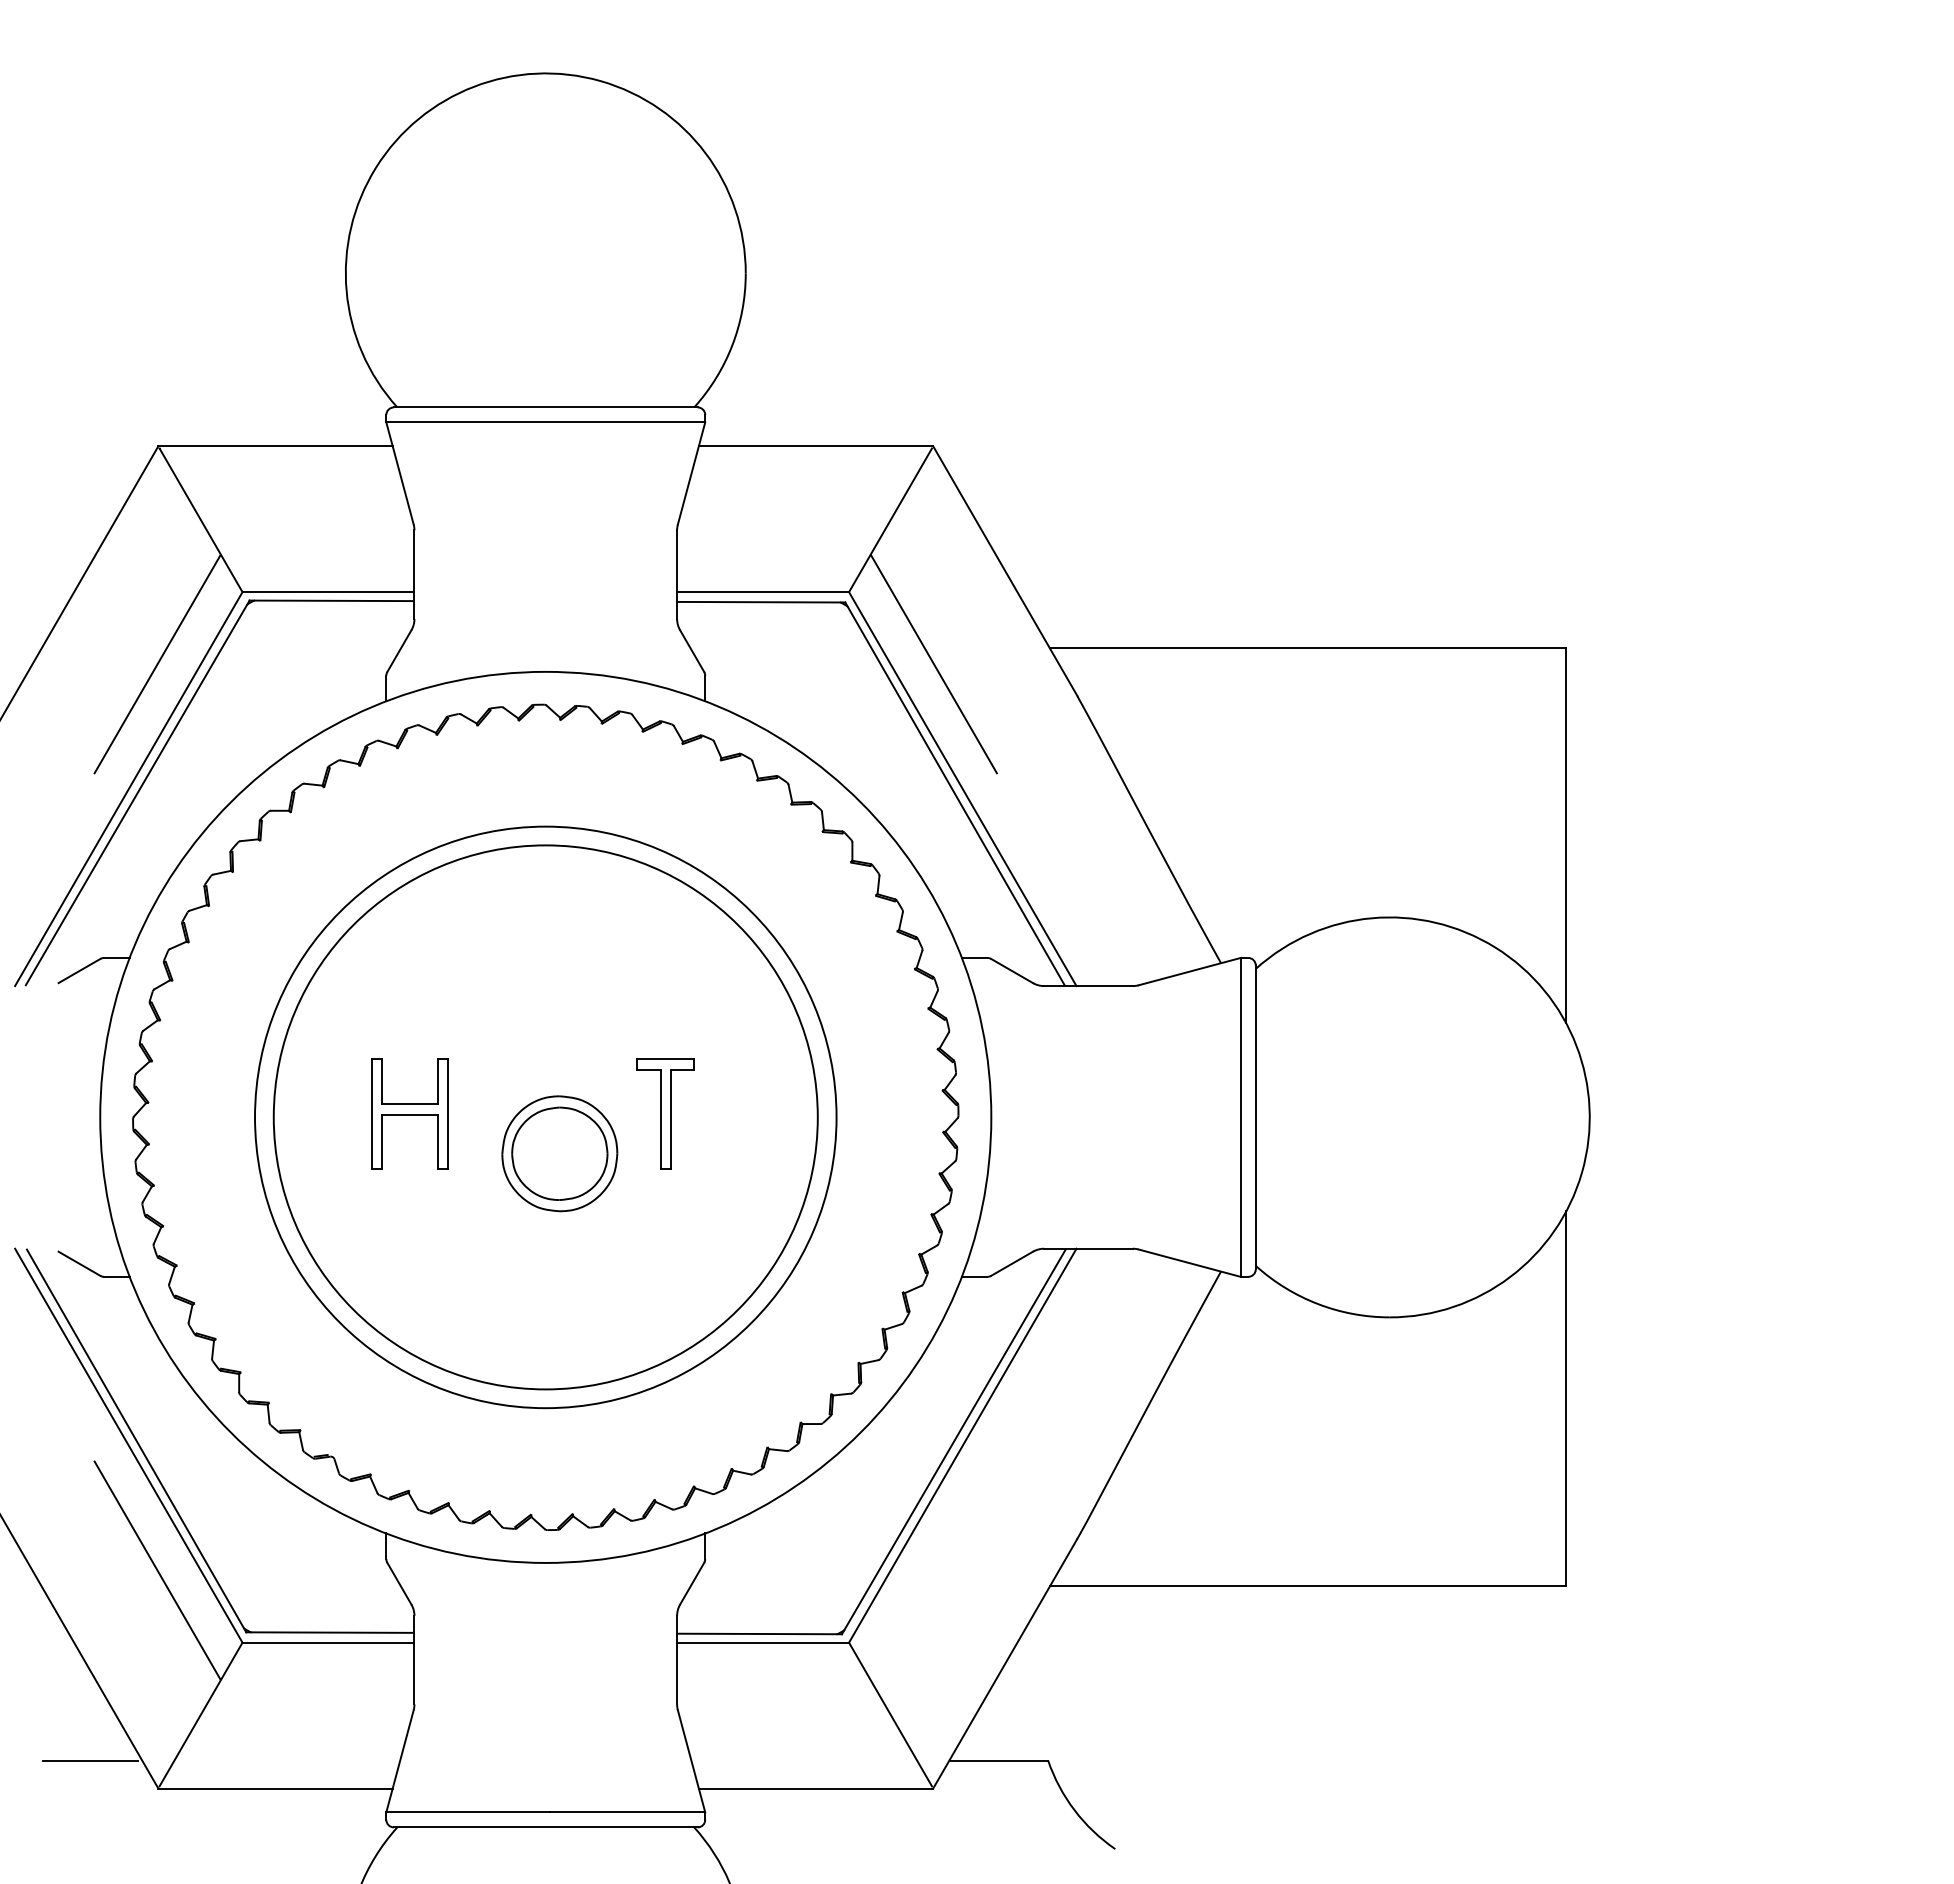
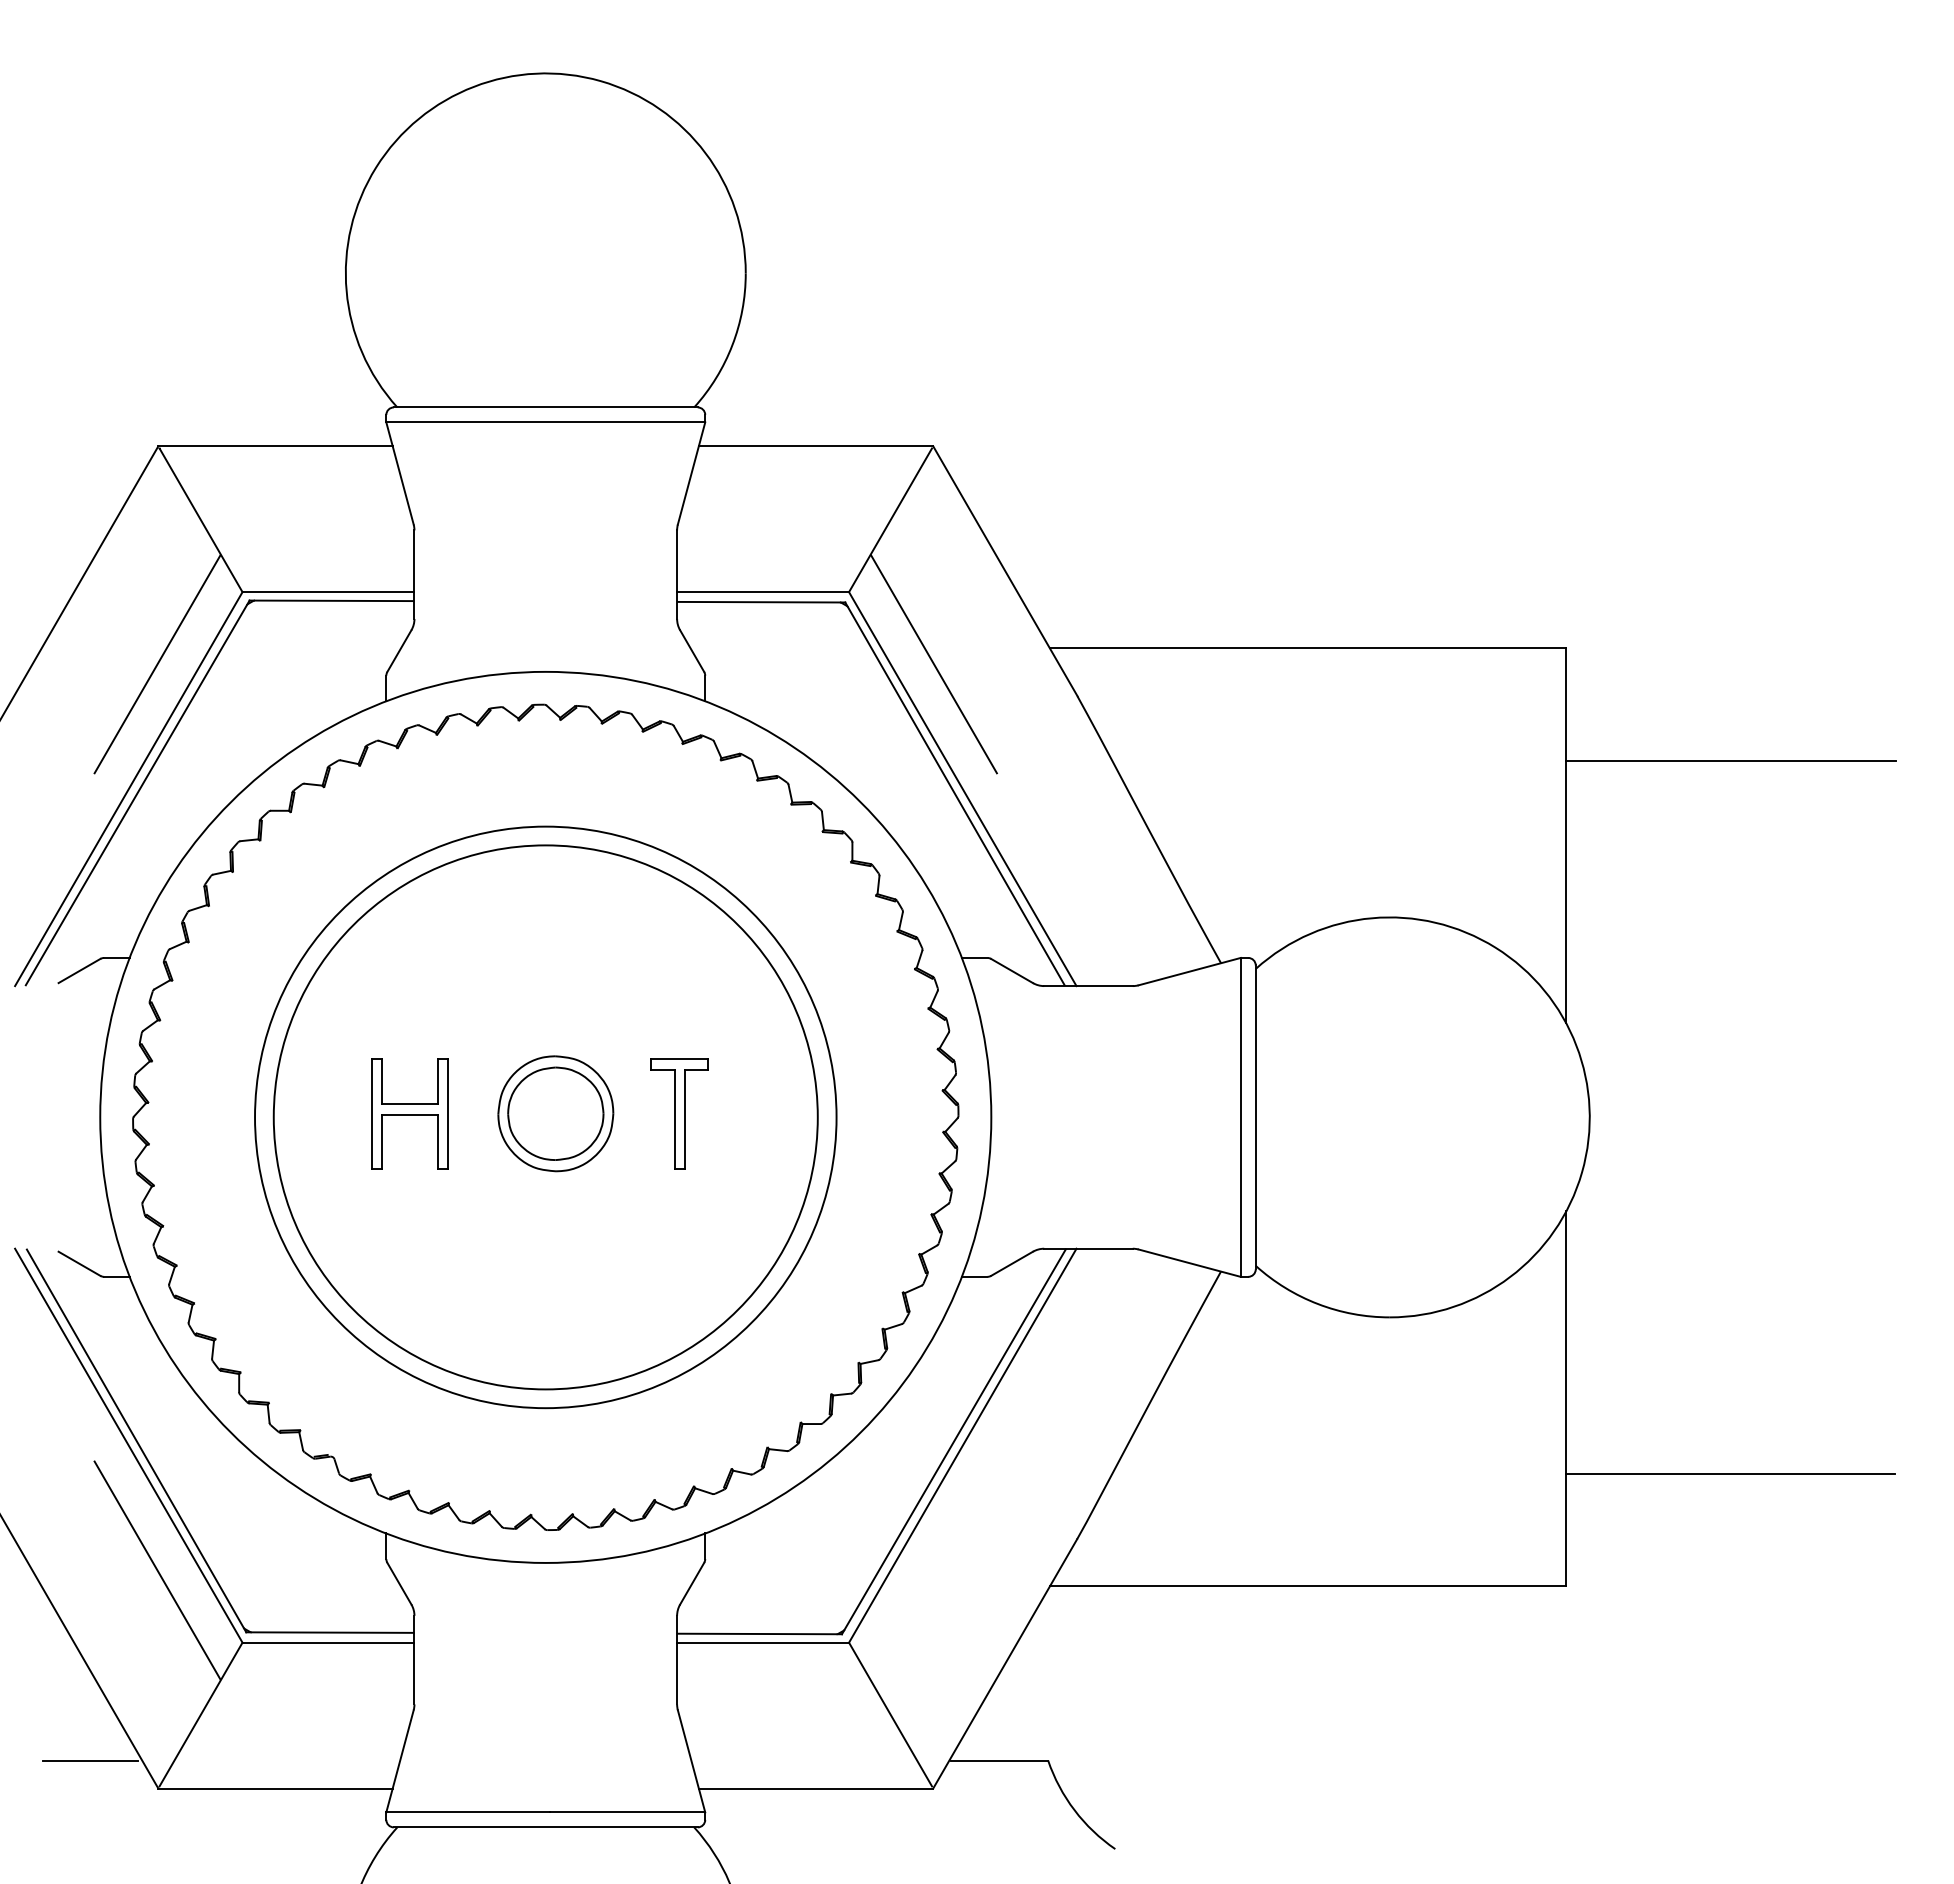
line at (1730, 760): none -> present
part at (665, 1113) position: (665, 1113) -> (679, 1113)
part at (559, 1153) position: (559, 1153) -> (555, 1113)
line at (1730, 1473): none -> present
